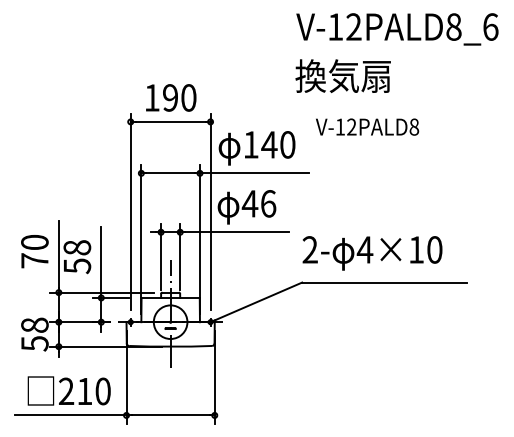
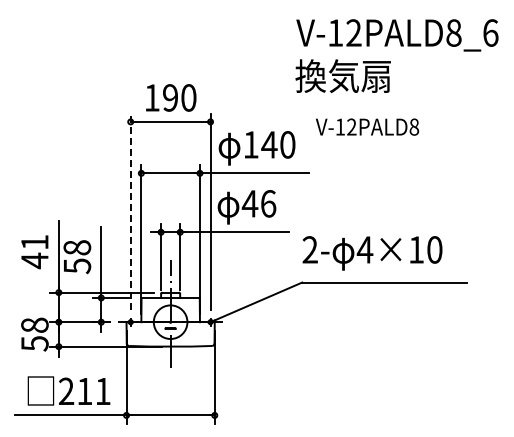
text at (397, 29) position: (397, 29) -> (397, 35)
line at (130, 211): solid -> dashed
text at (34, 252): 70 -> 41
text at (102, 391): 210 -> 211
